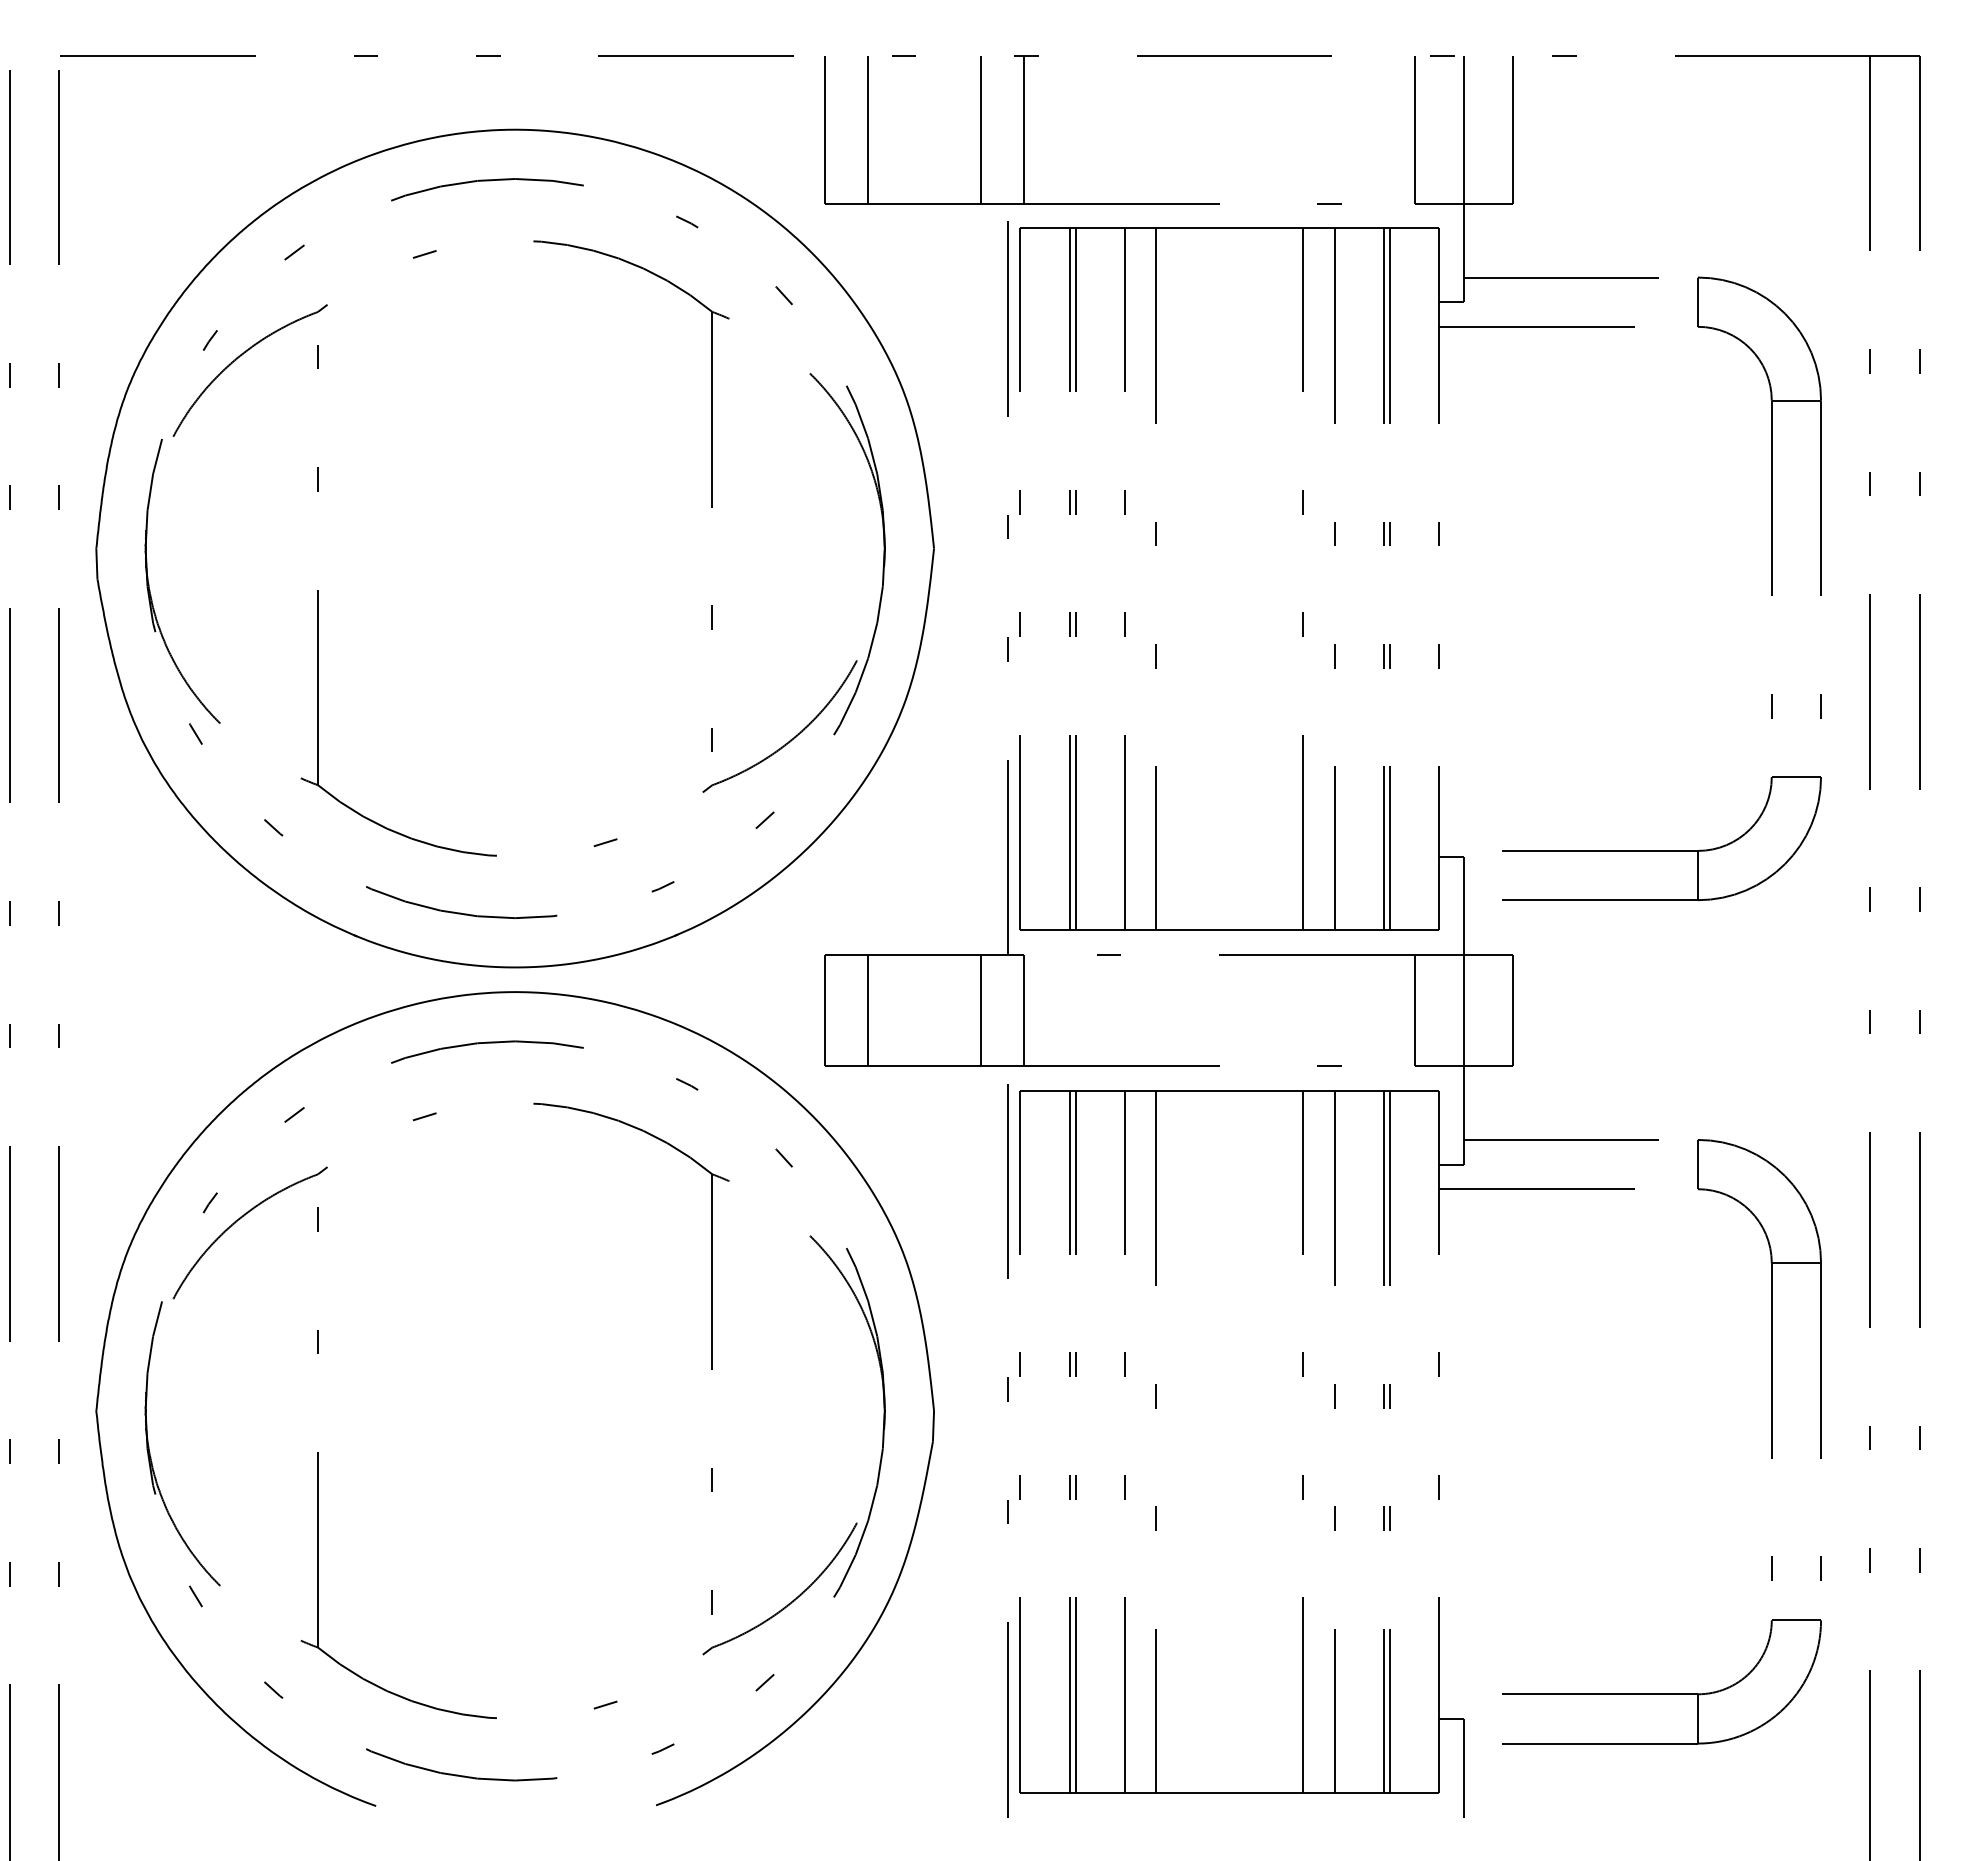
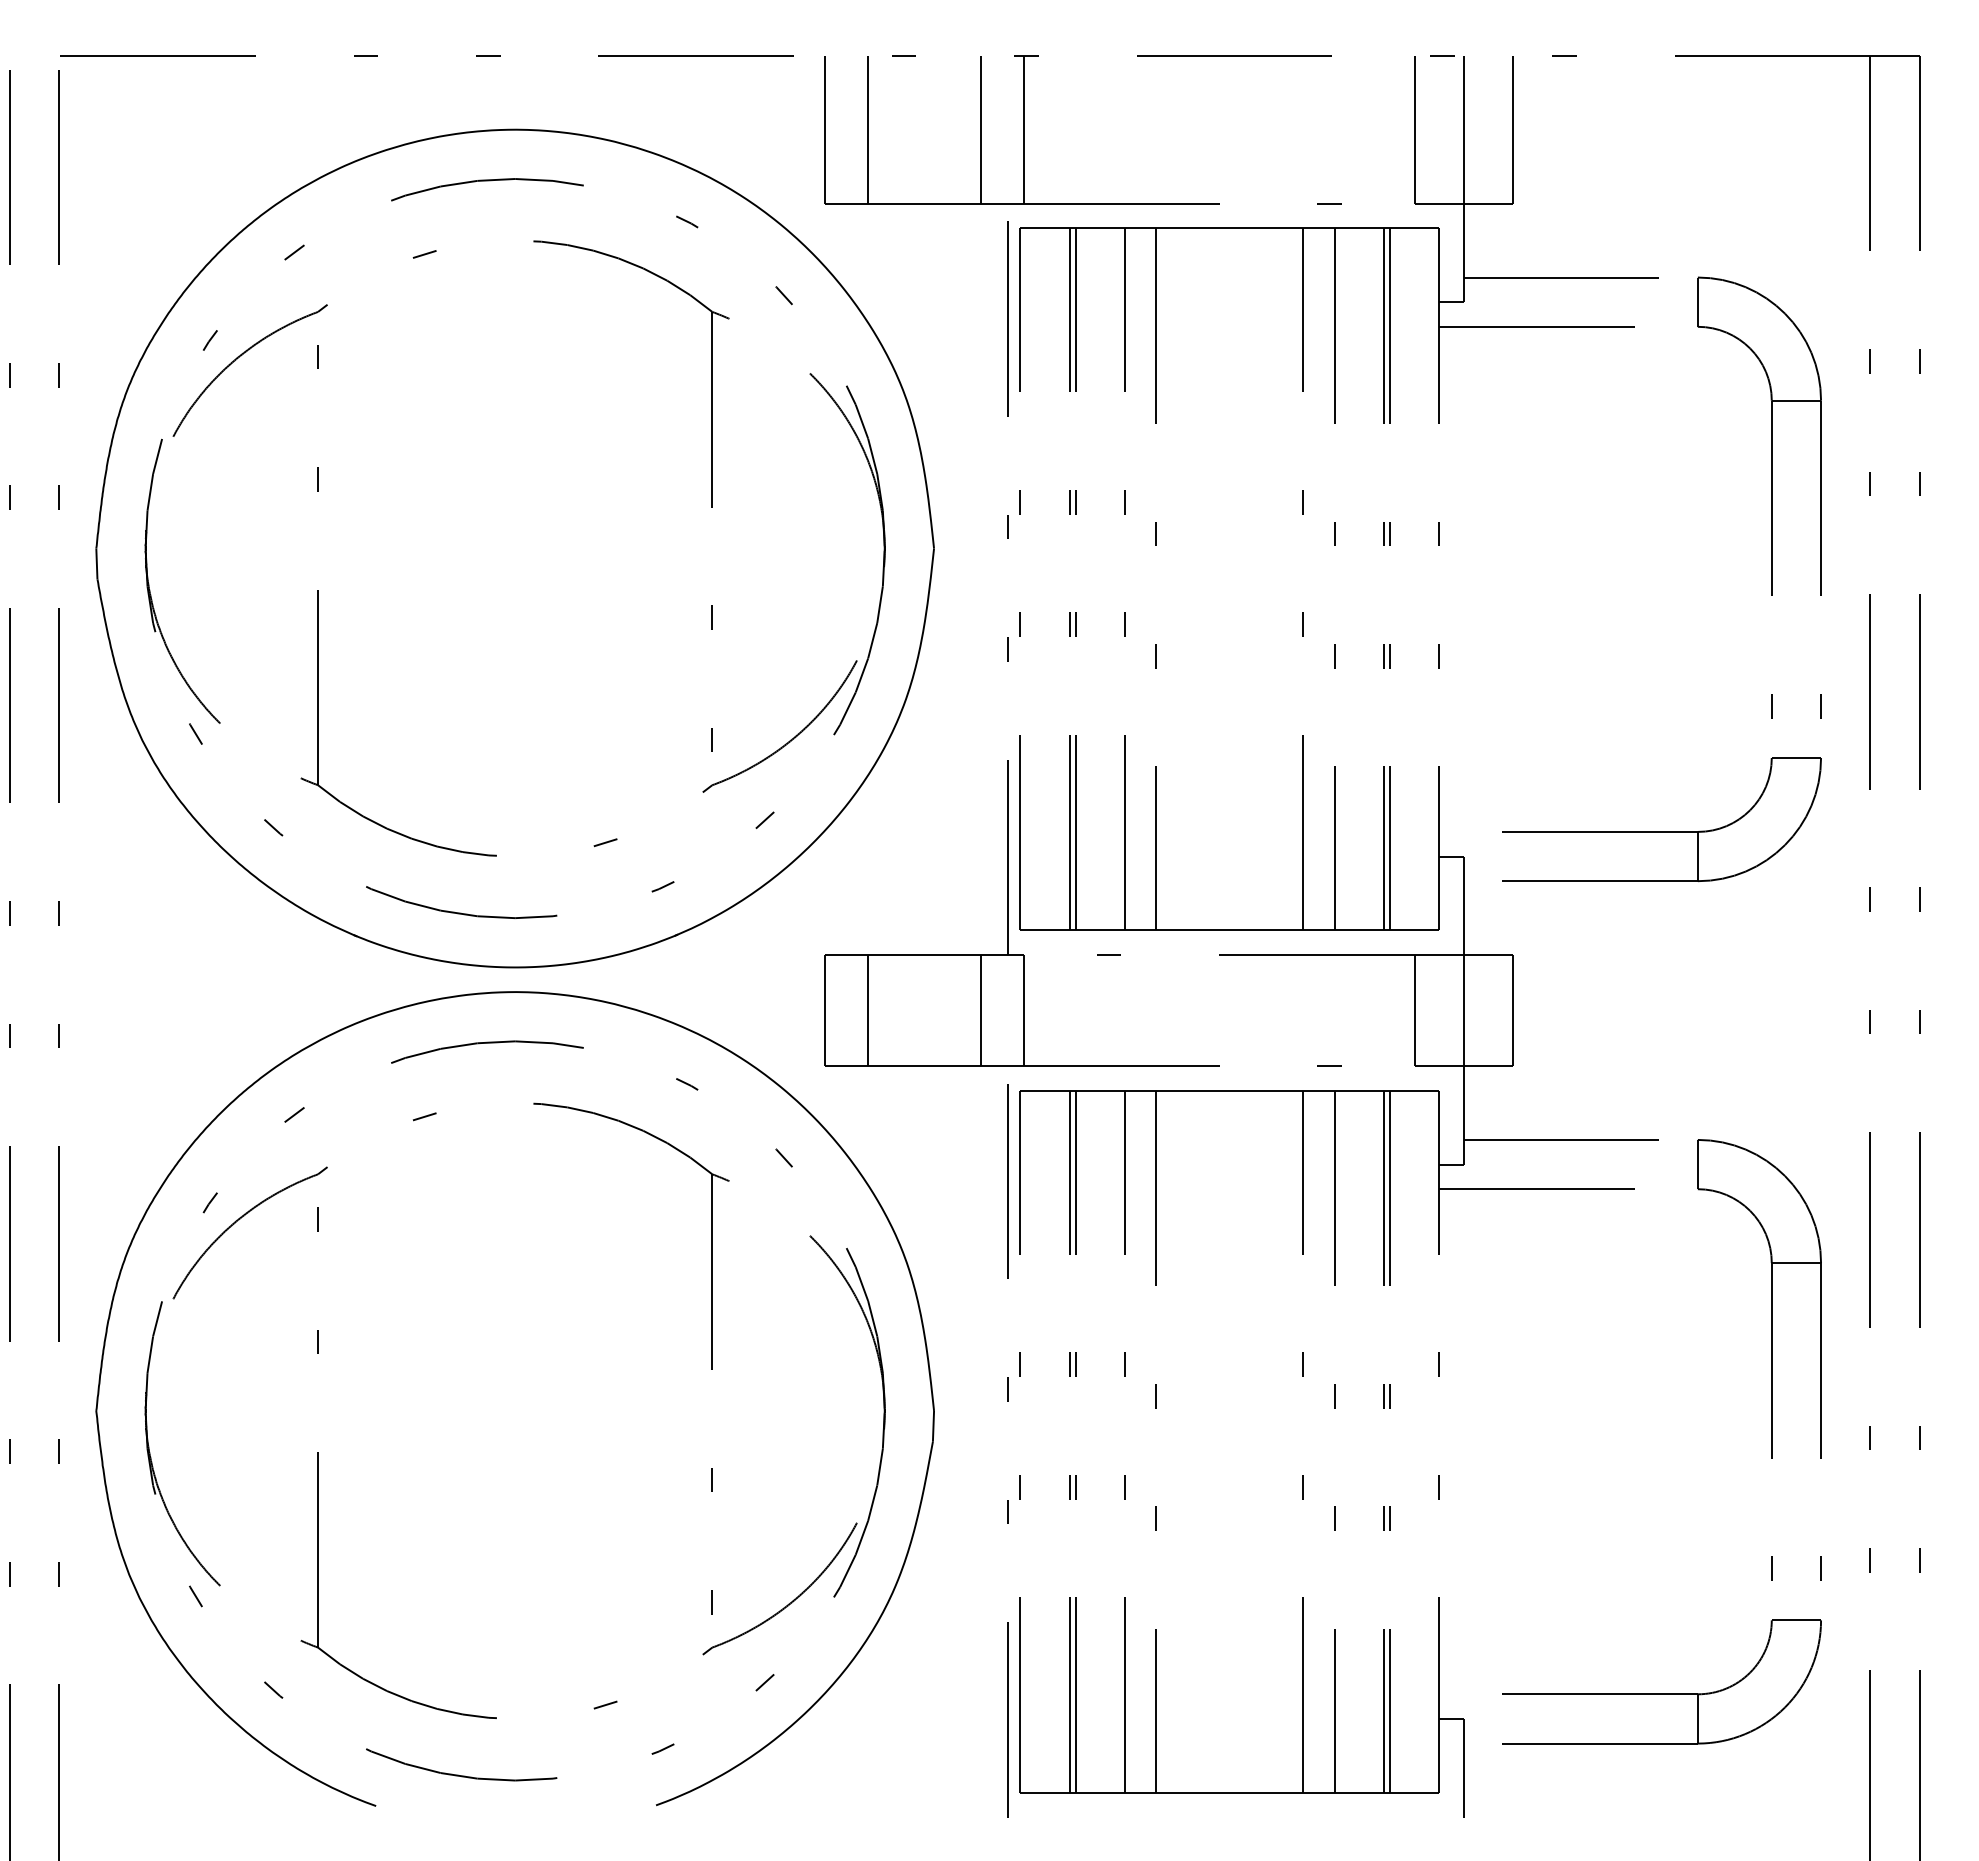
part at (1661, 850) position: (1661, 850) -> (1661, 831)
